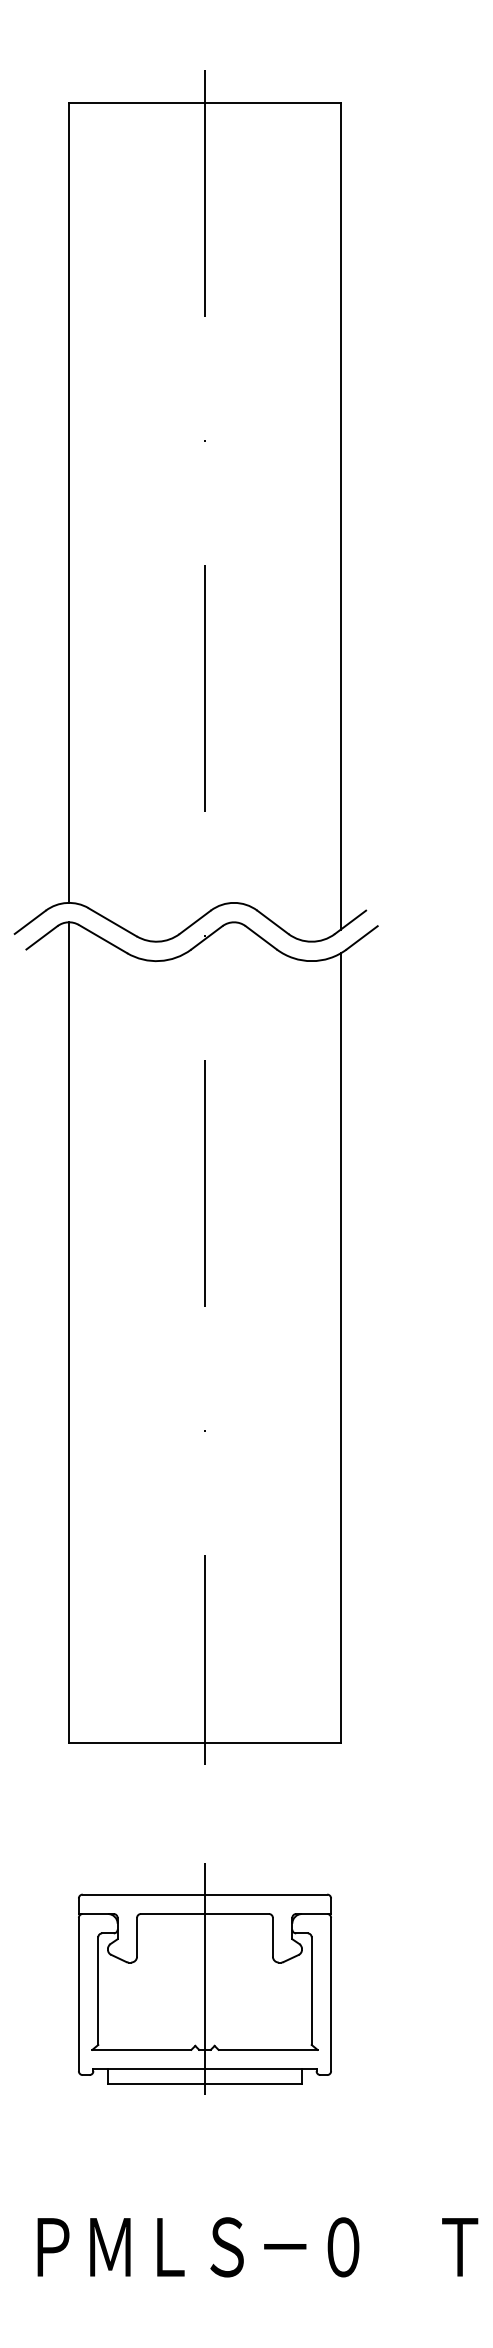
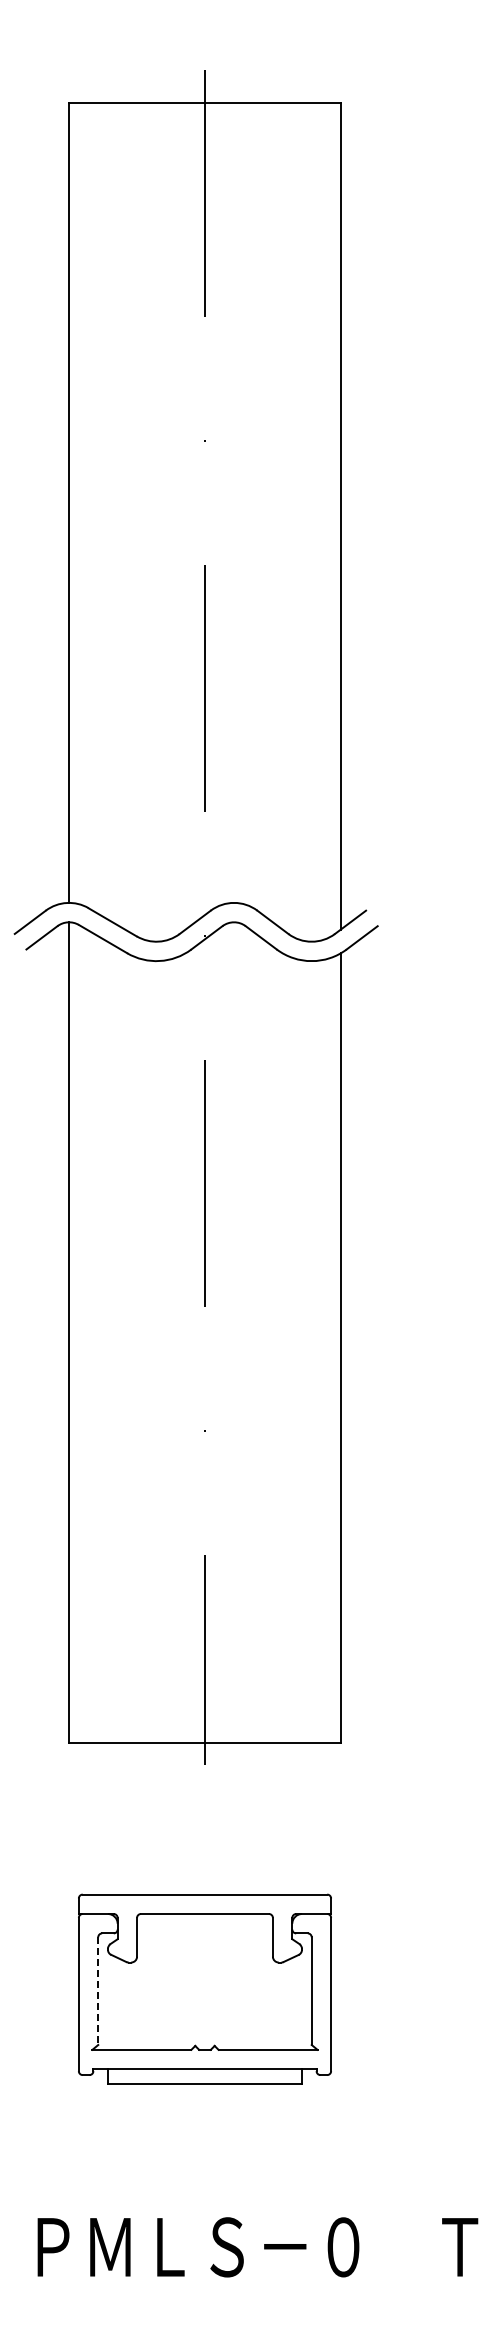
line at (204, 1978): present -> none
line at (98, 1991): solid -> dashed
